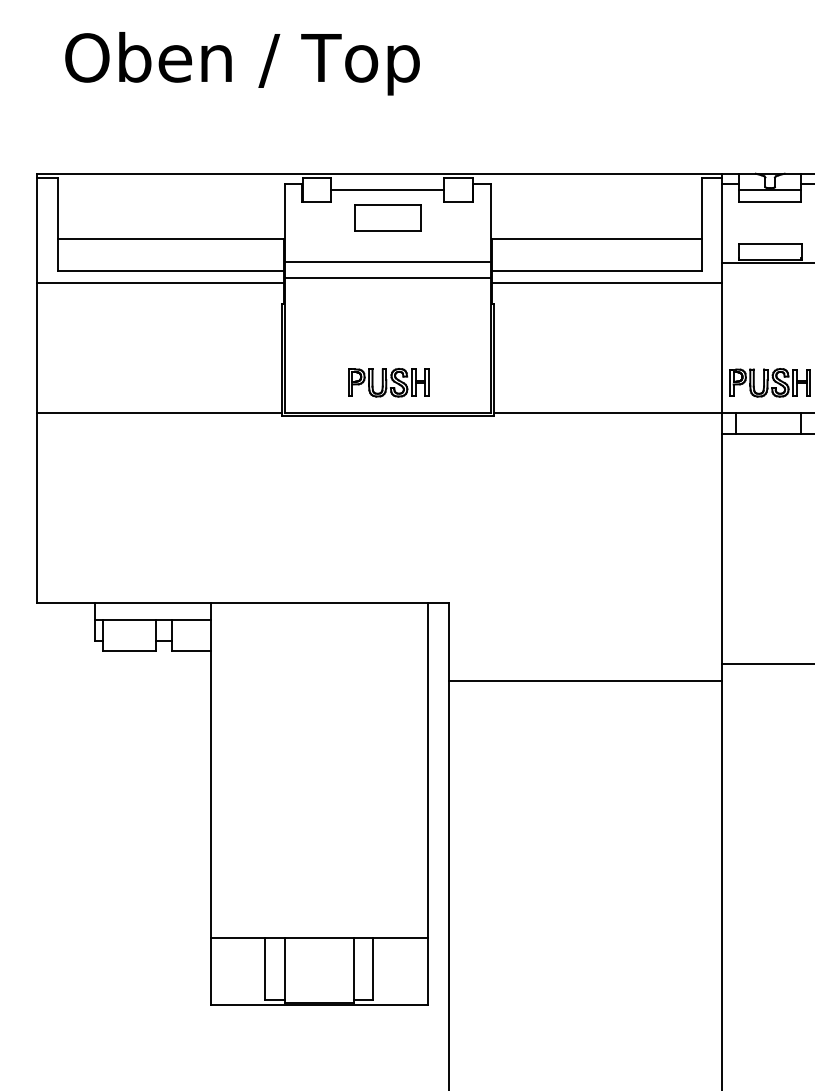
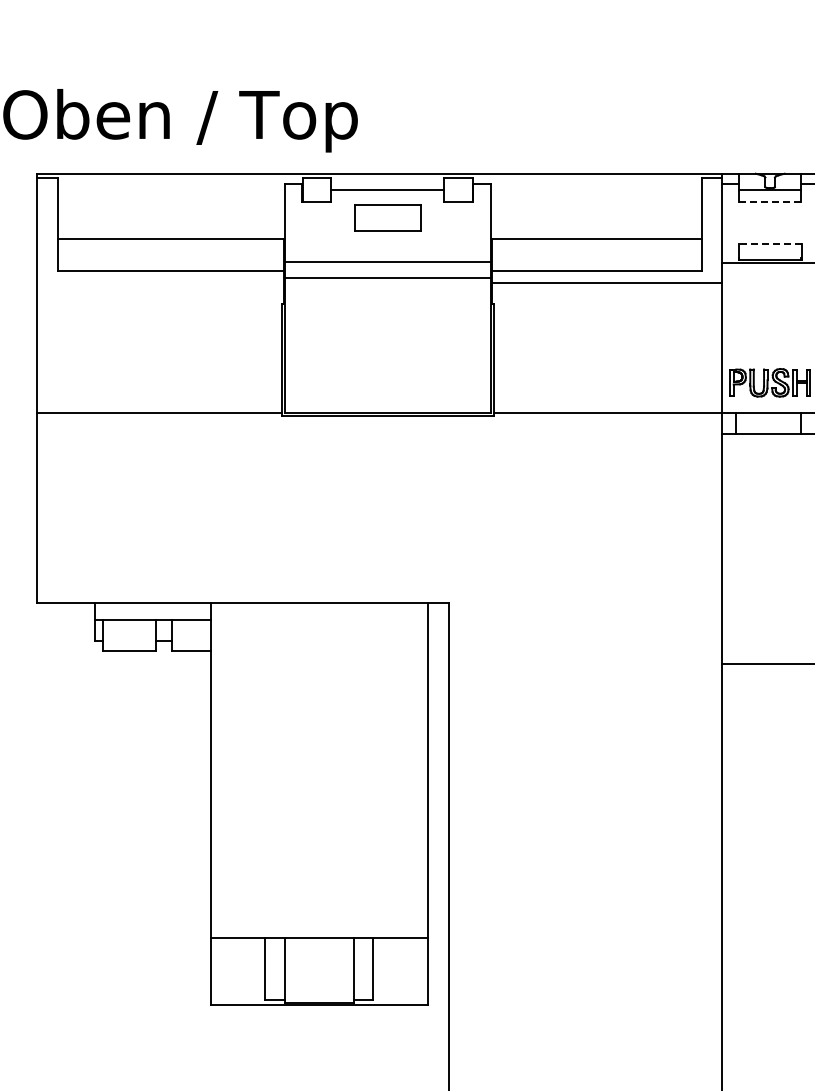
text at (242, 63) position: (242, 63) -> (180, 120)
line at (770, 202): solid -> dashed
line at (770, 243): solid -> dashed
line at (159, 283): present -> none
part at (388, 382): present -> none
line at (585, 680): present -> none
